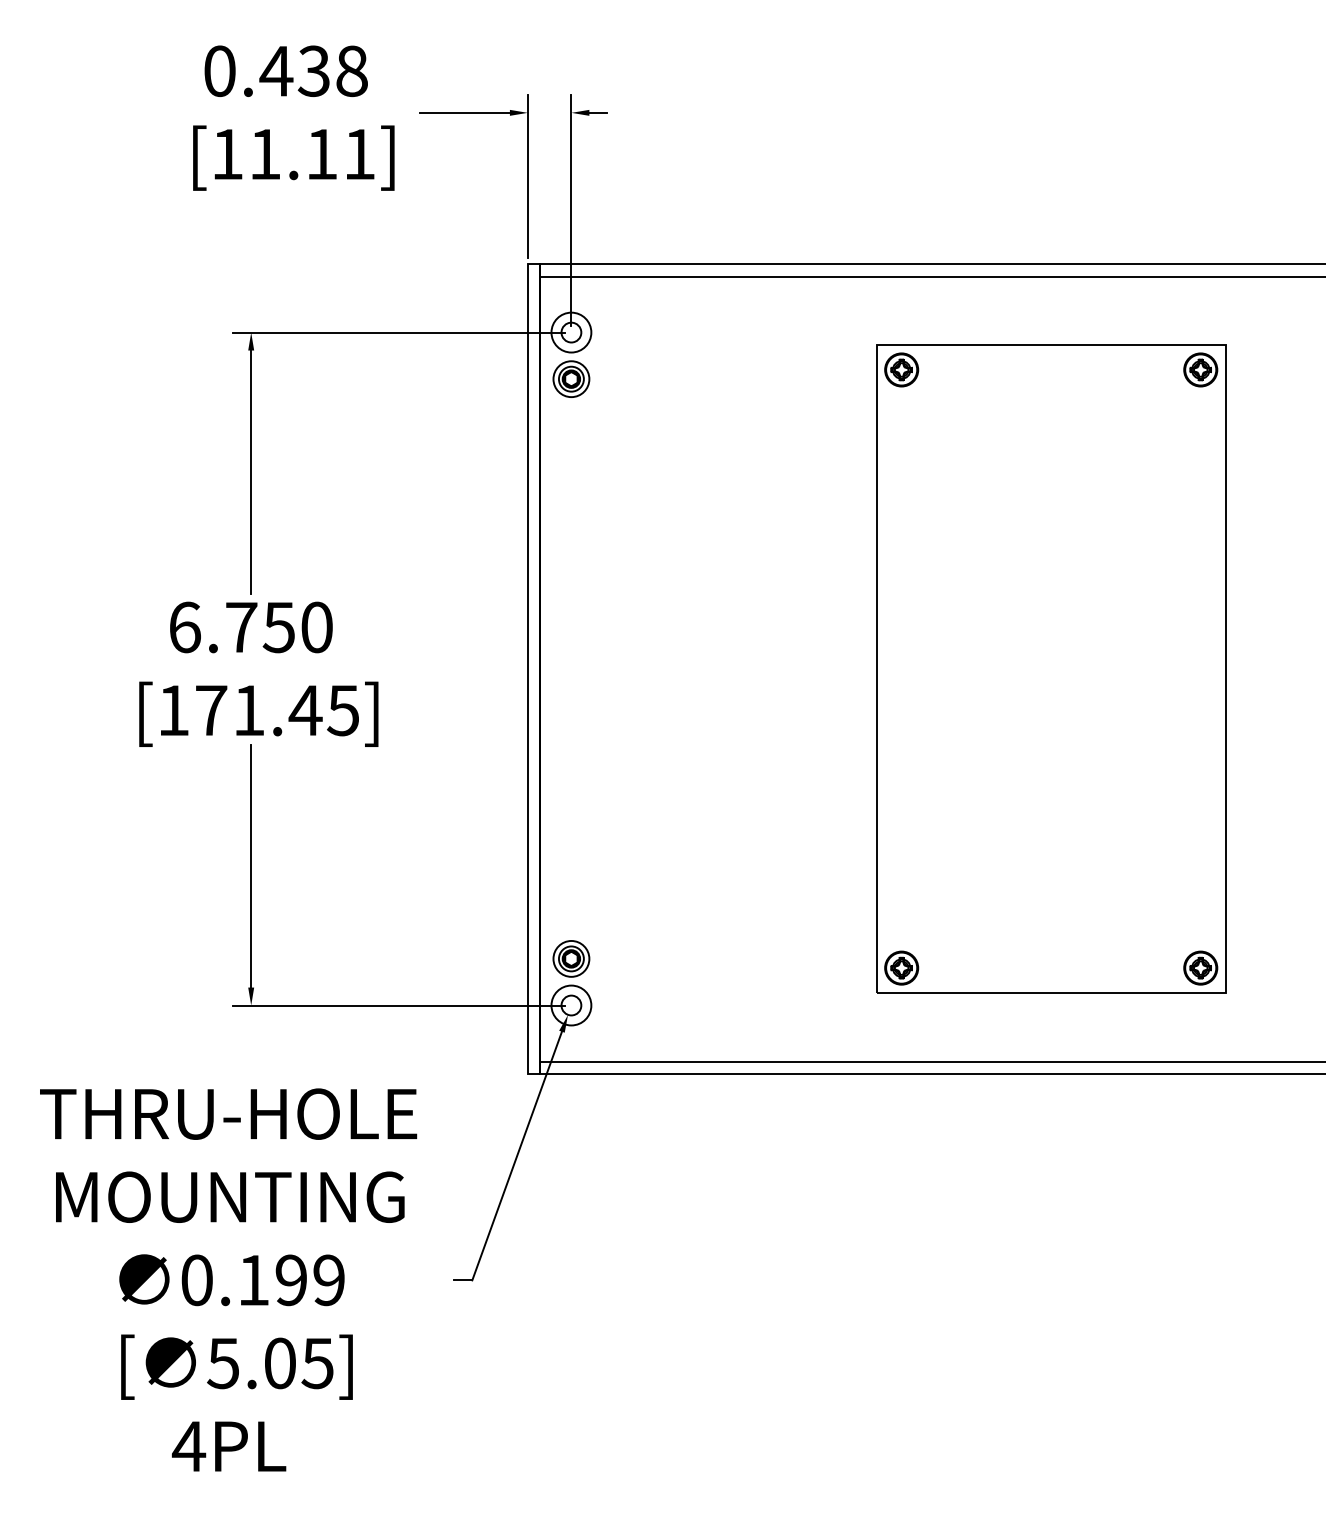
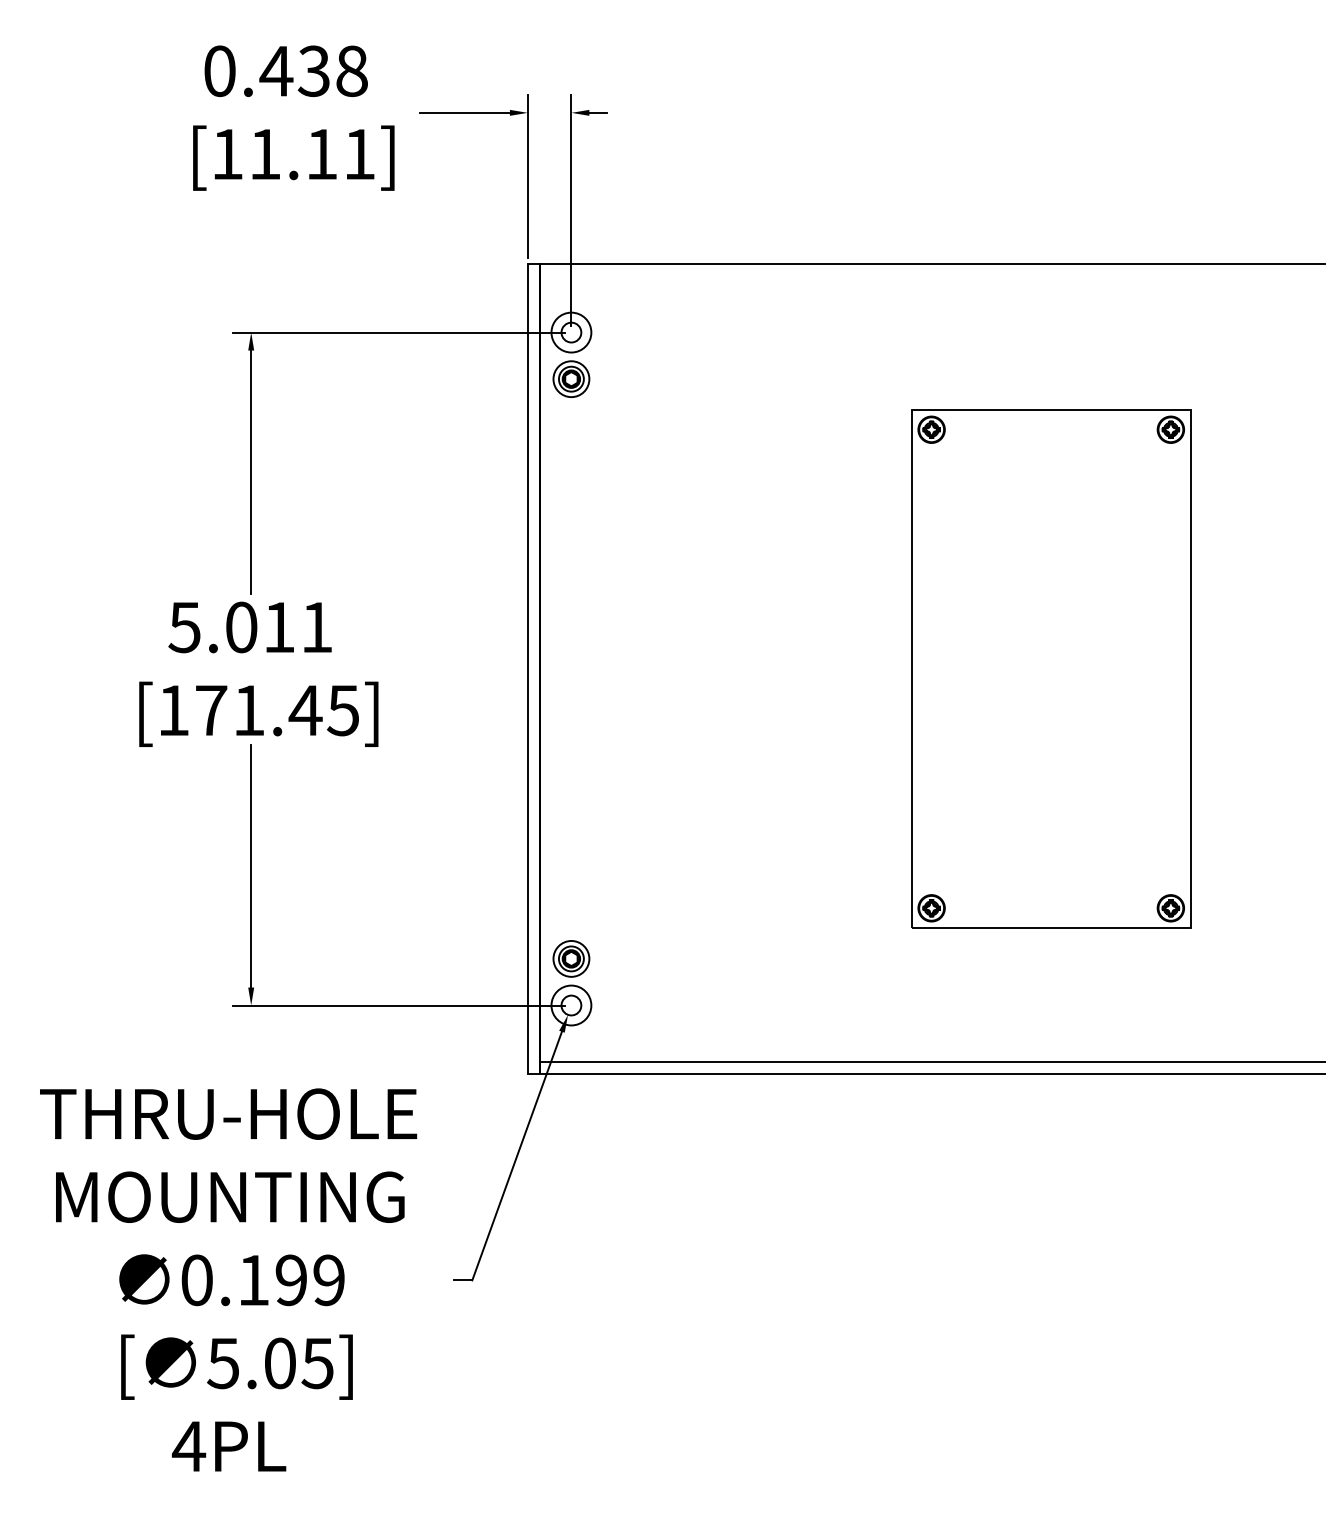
line at (931, 276): present -> none
text at (250, 627): 6.750 -> 5.011
part at (1051, 668) size: 351x650 px -> 281x520 px
